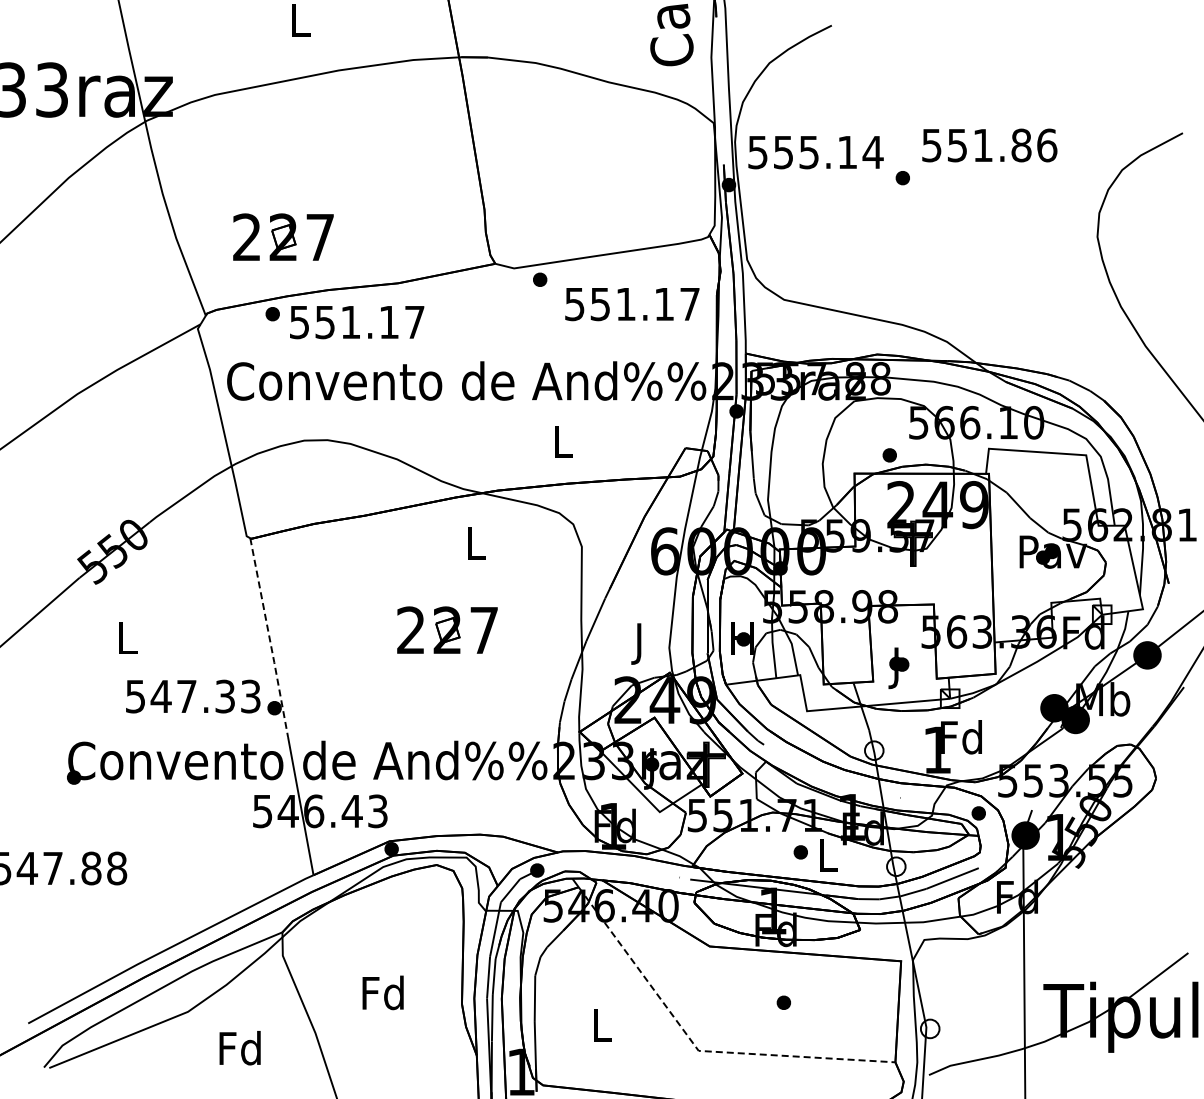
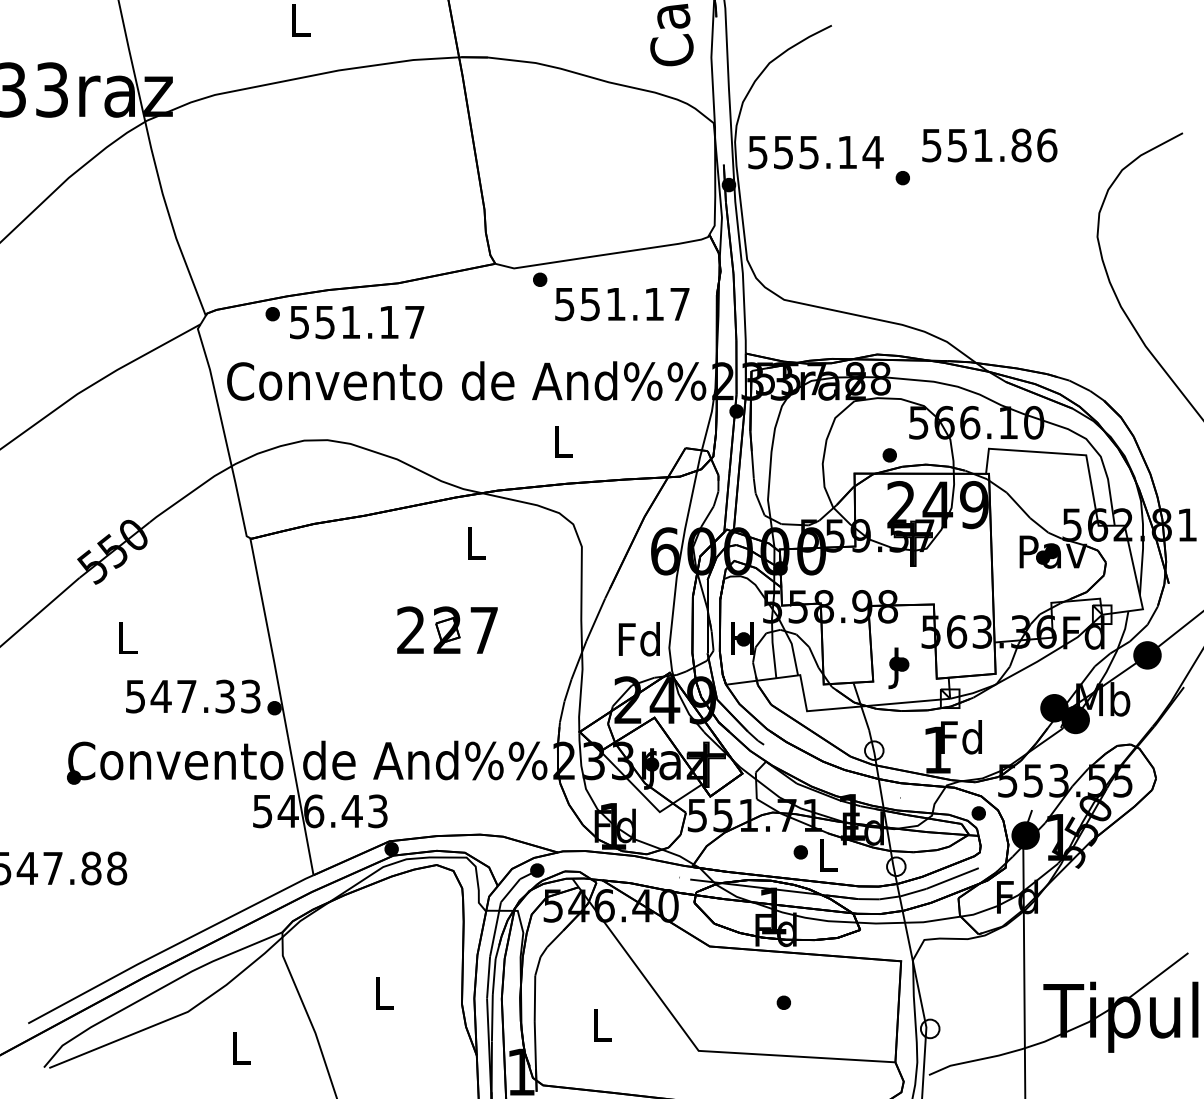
part at (283, 236): present -> none
text at (632, 304) position: (632, 304) -> (622, 304)
line at (269, 638): dashed -> solid
text at (638, 643): J -> Fd
text at (382, 992): Fd -> L
text at (239, 1048): Fd -> L
line at (697, 1049): dashed -> solid
